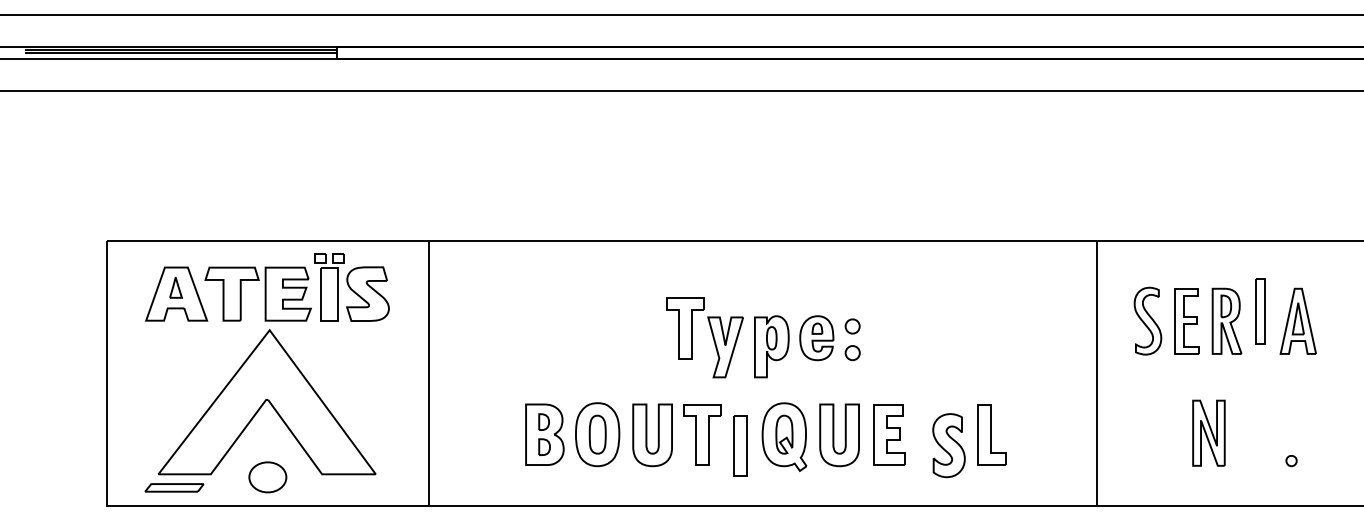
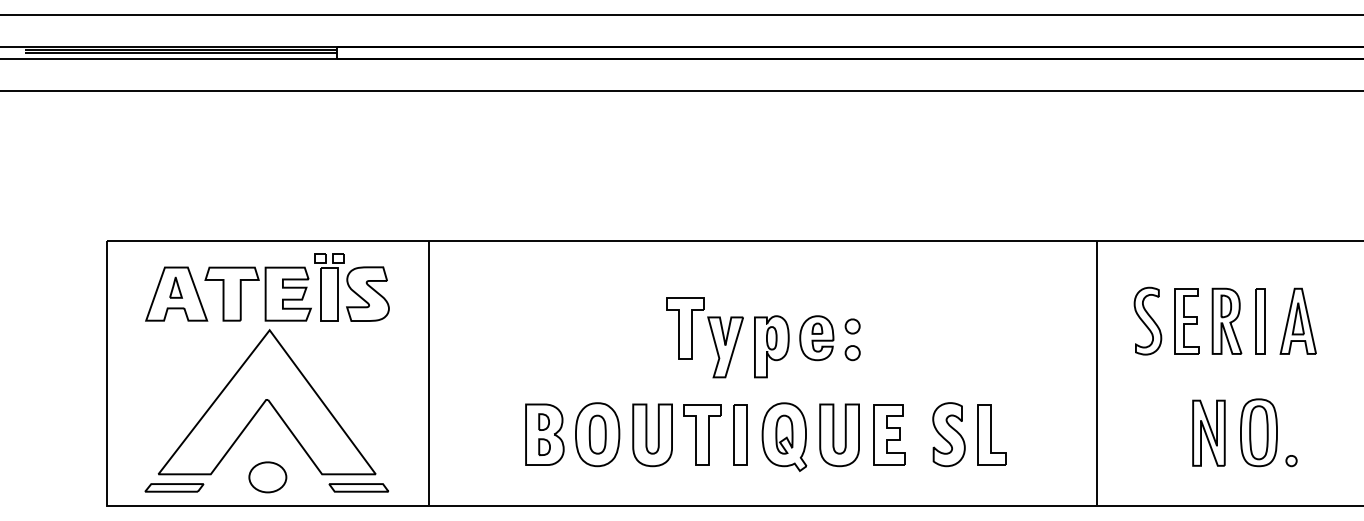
part at (1260, 311) position: (1260, 311) -> (1260, 321)
part at (1258, 432): none -> present
part at (740, 445) position: (740, 445) -> (740, 434)
part at (948, 445) position: (948, 445) -> (948, 434)
part at (358, 487): none -> present
